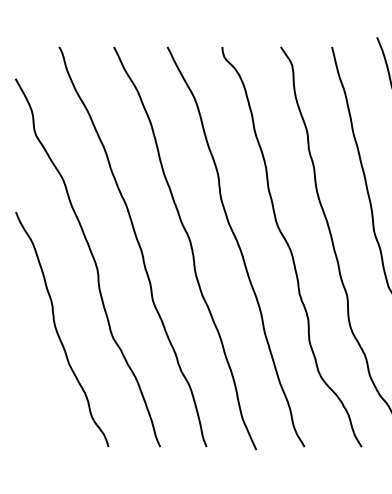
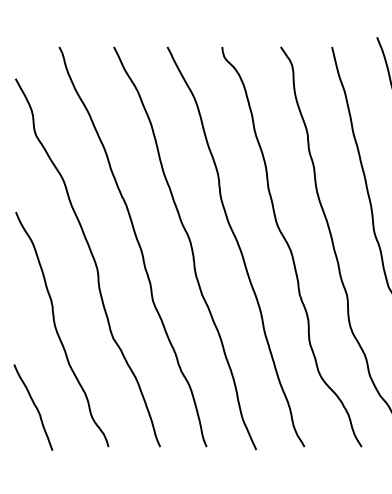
curve at (34, 406): none -> present
